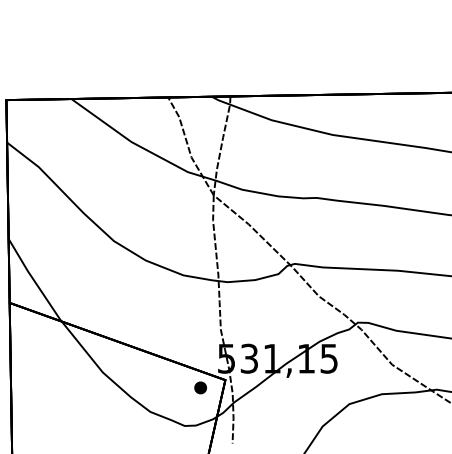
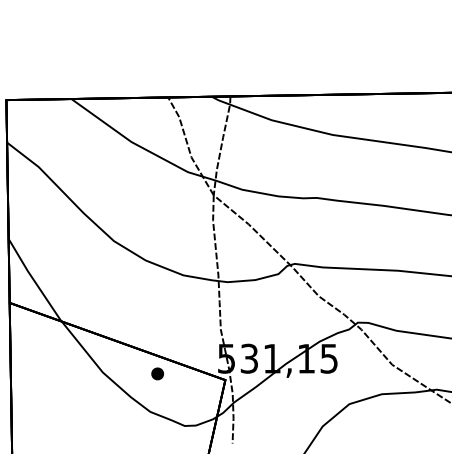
part at (200, 387) position: (200, 387) -> (157, 373)
